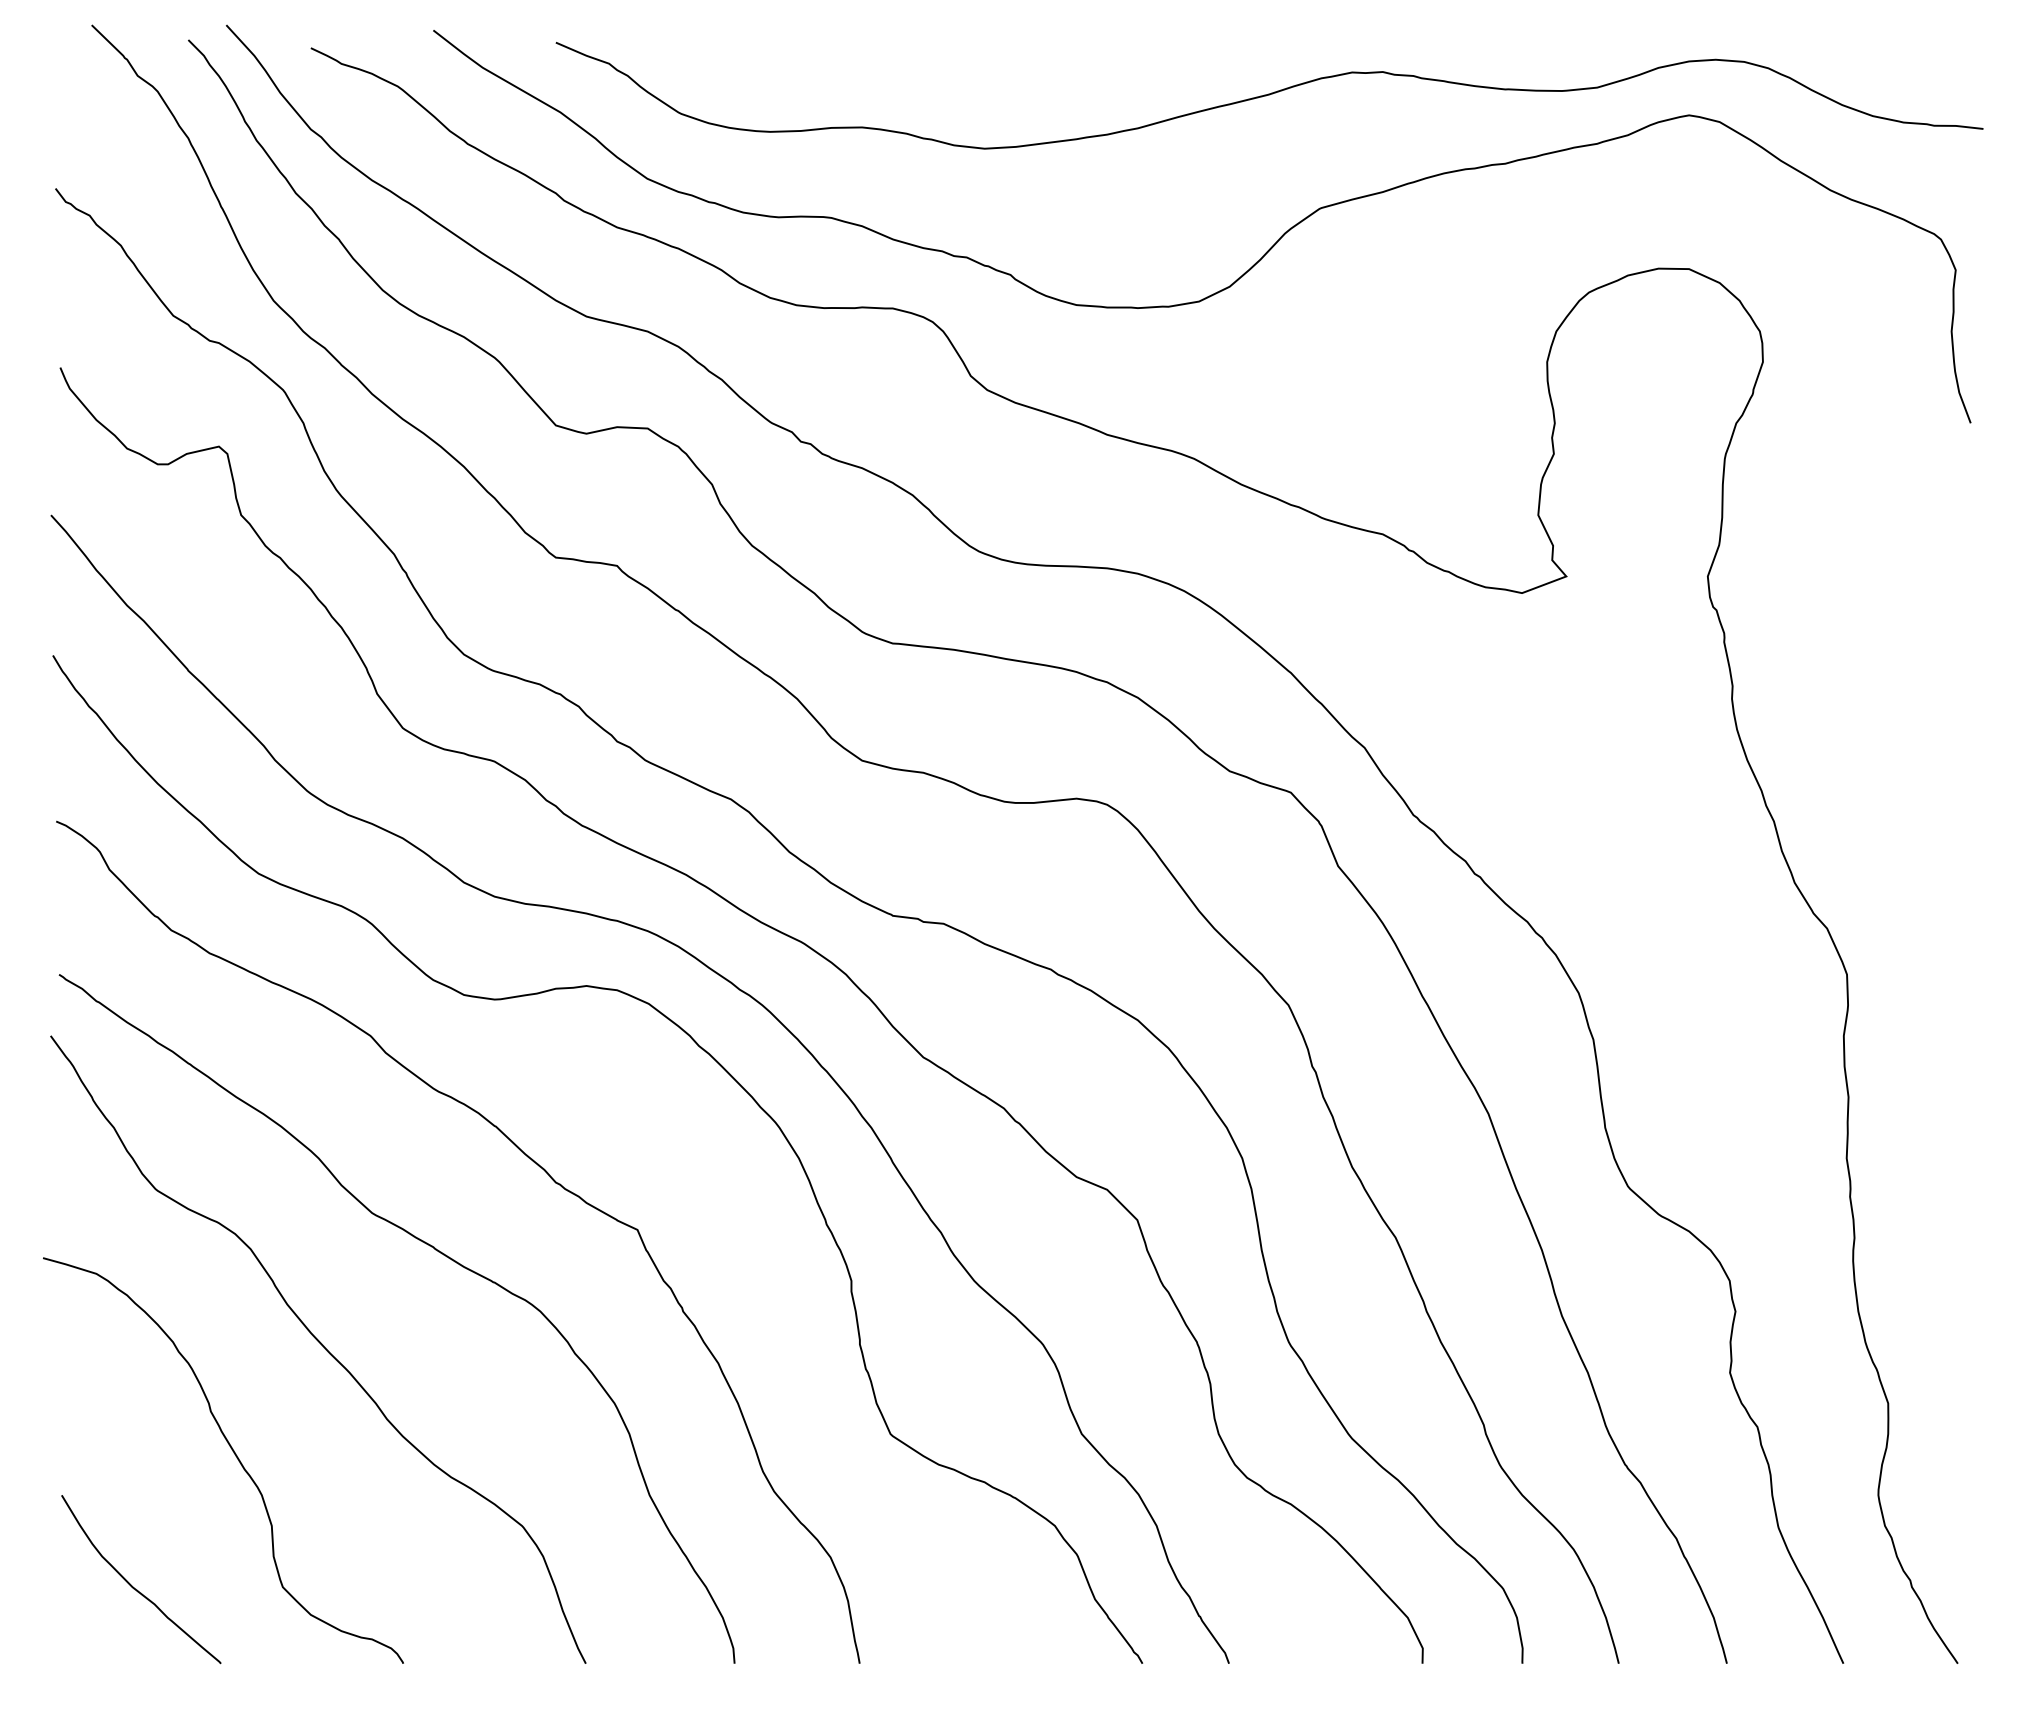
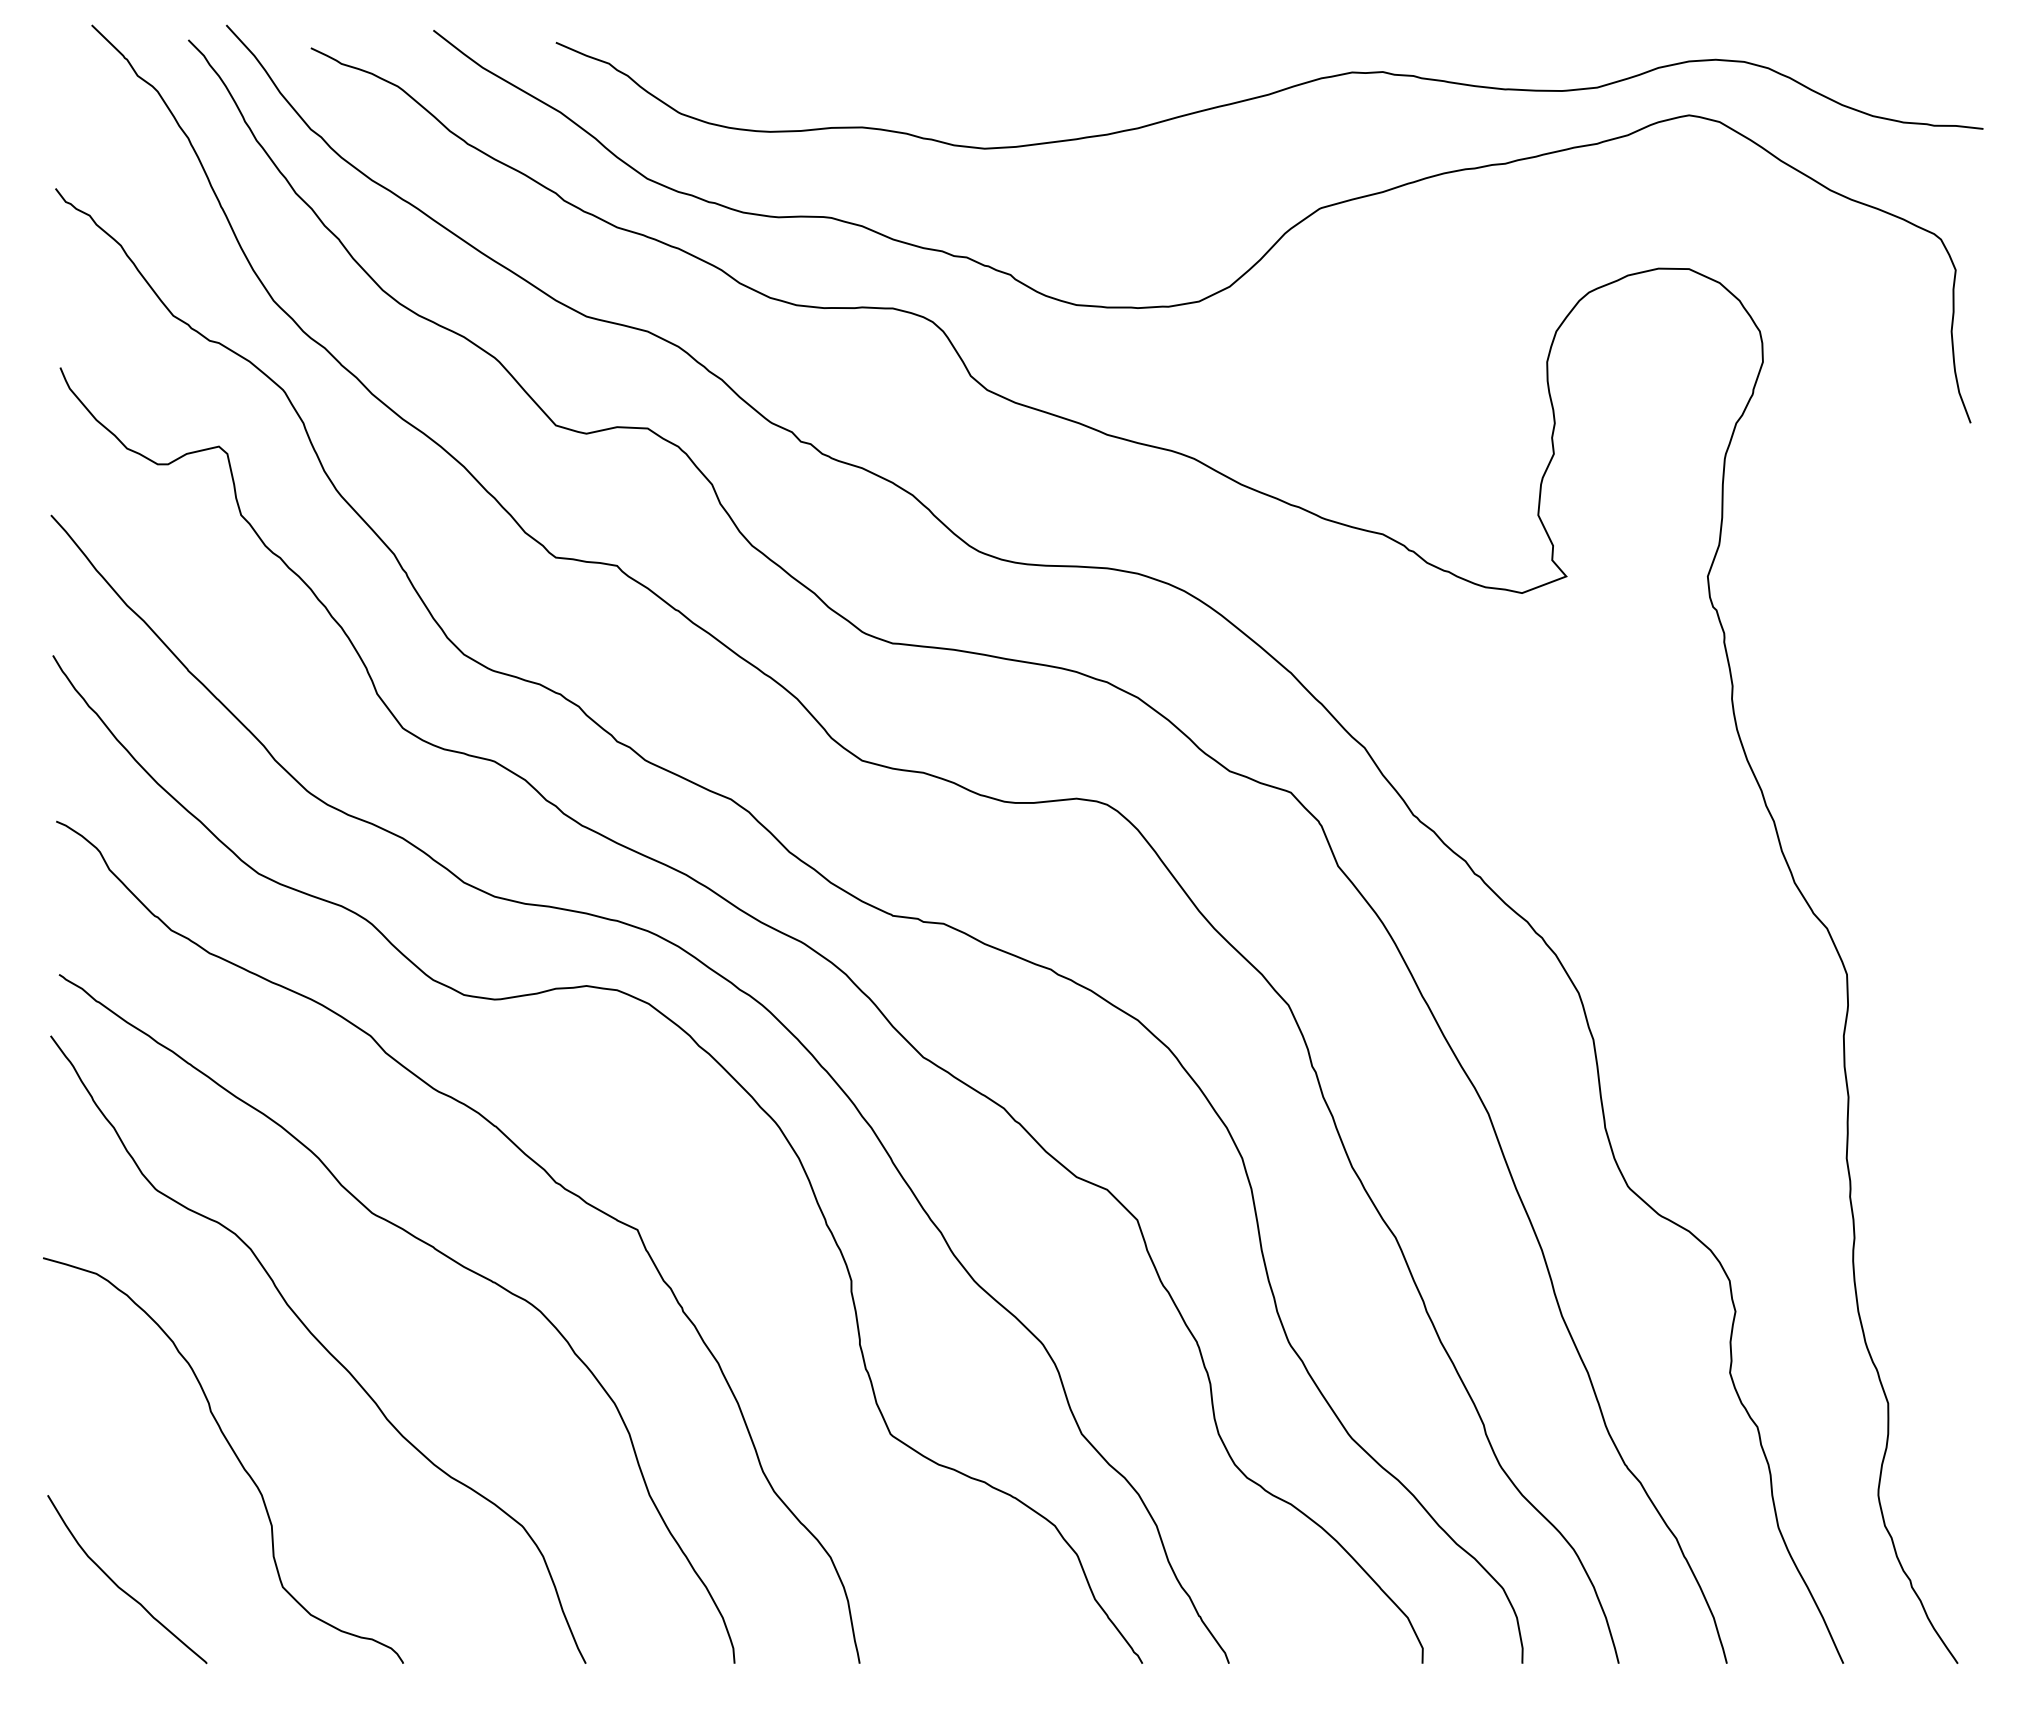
curve at (133, 1586) position: (133, 1586) -> (119, 1586)
